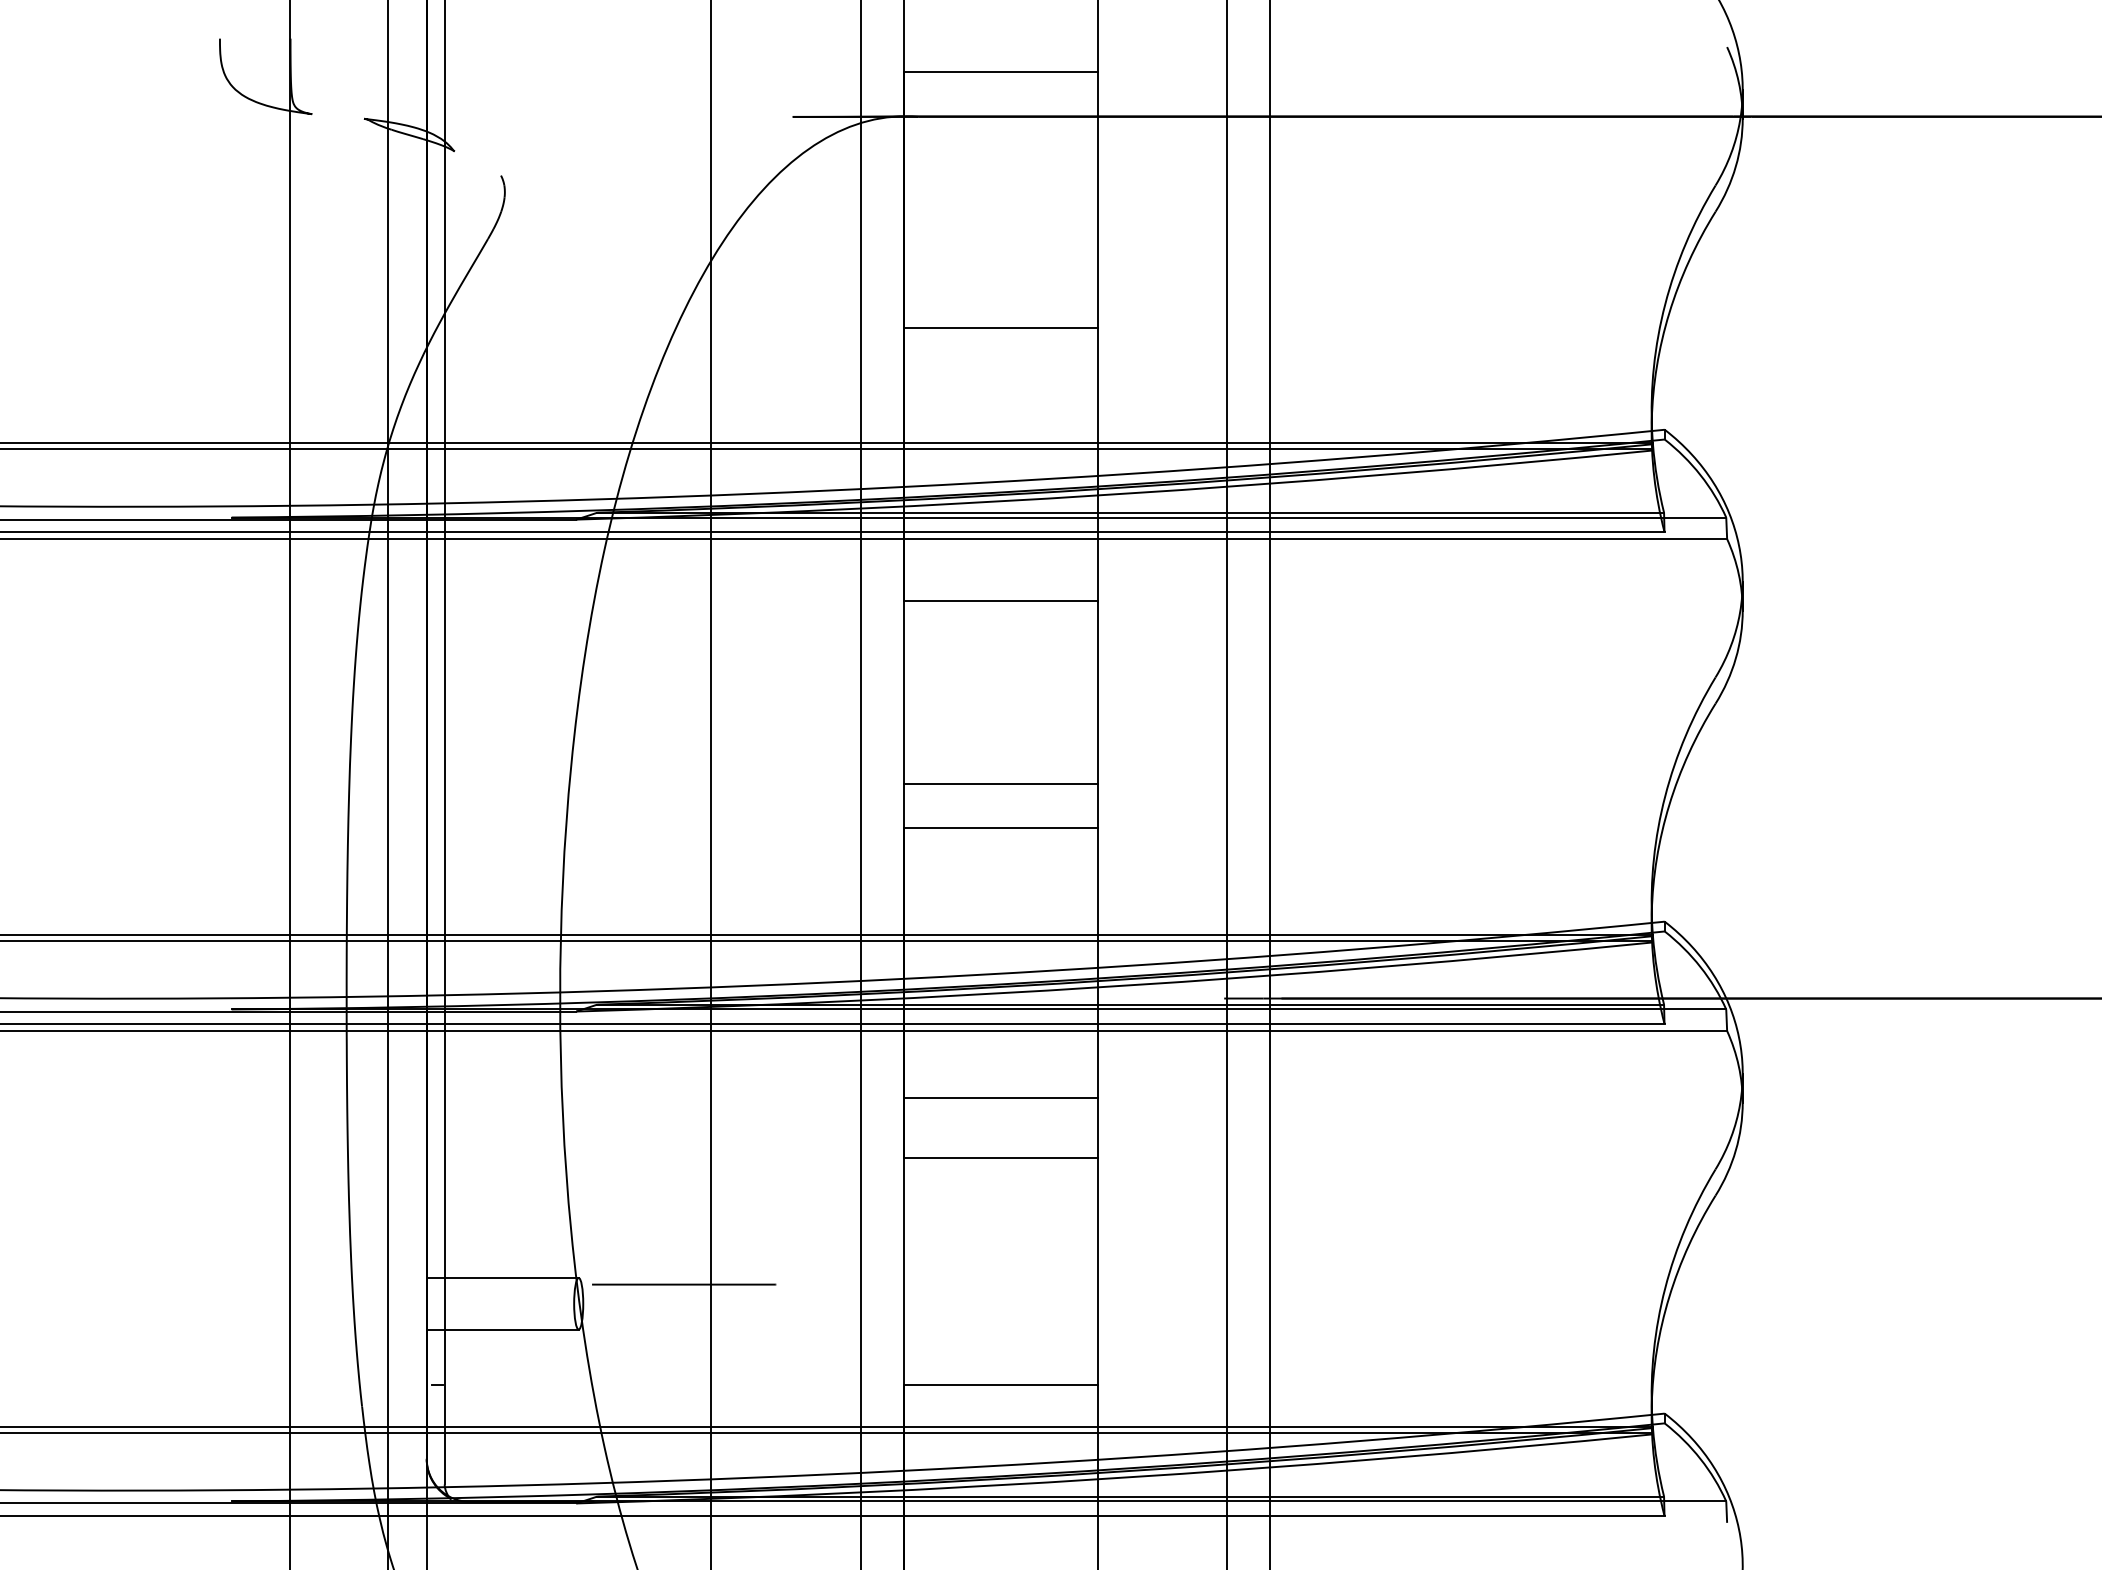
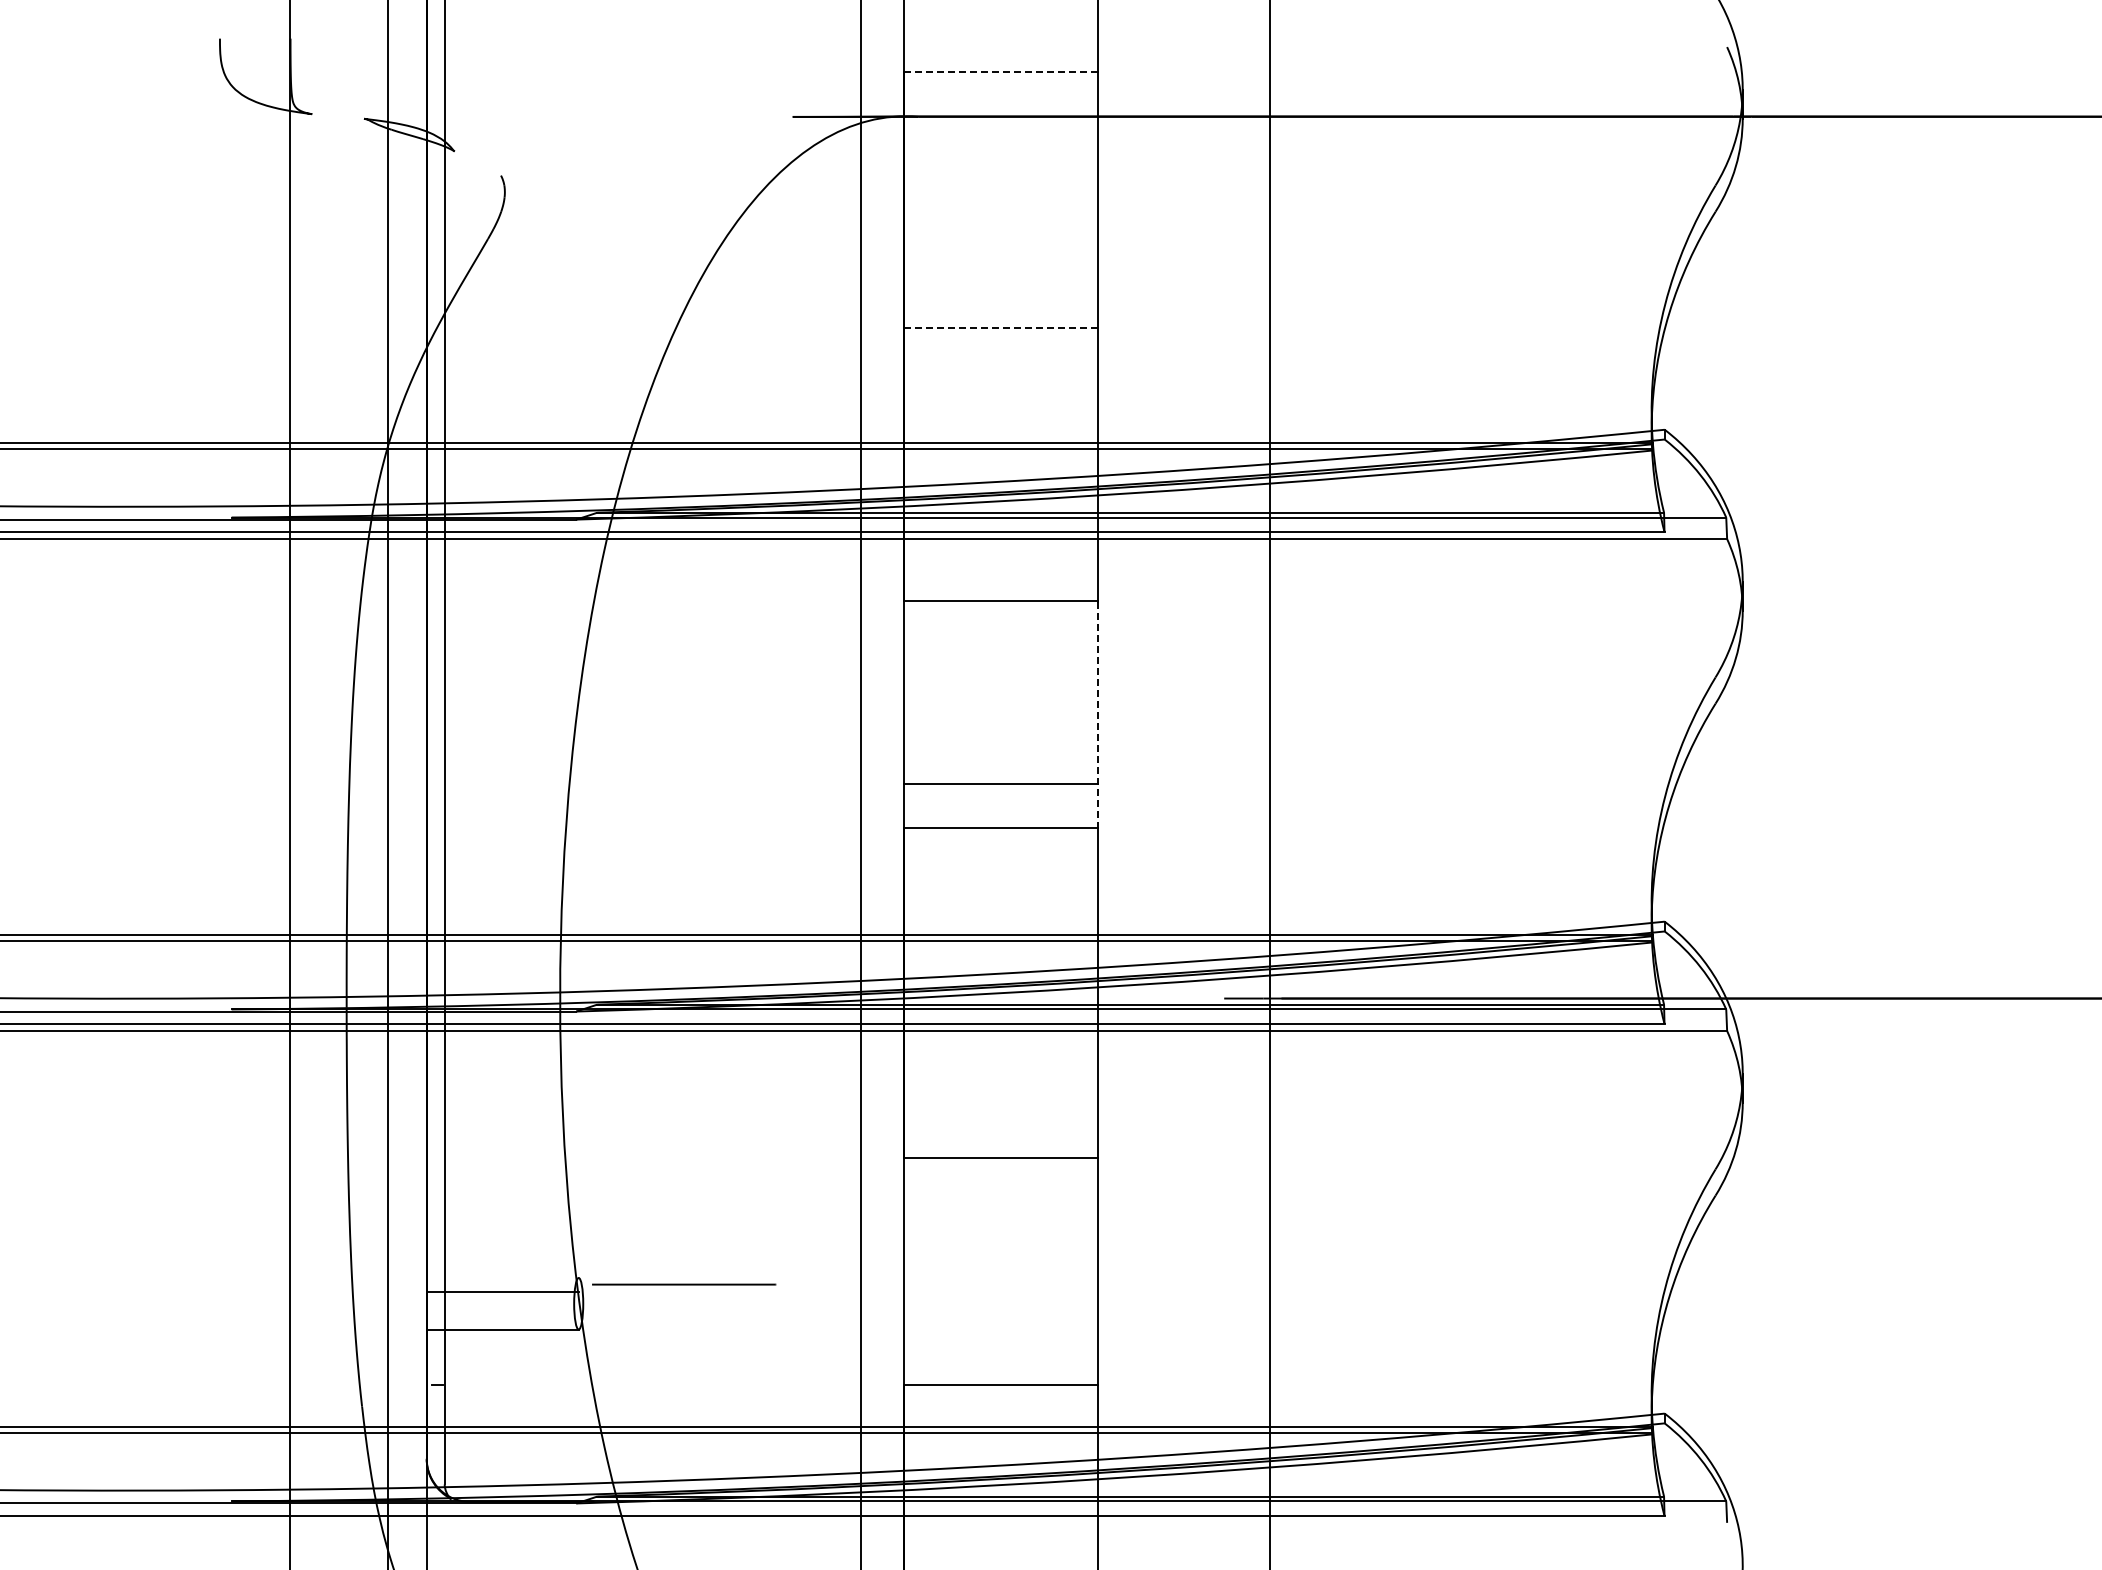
line at (1001, 71): solid -> dashed
line at (1001, 328): solid -> dashed
line at (1097, 715): solid -> dashed
line at (710, 784): present -> none
line at (1227, 784): present -> none
line at (1000, 1097): present -> none
line at (502, 1277) position: (502, 1277) -> (502, 1291)
